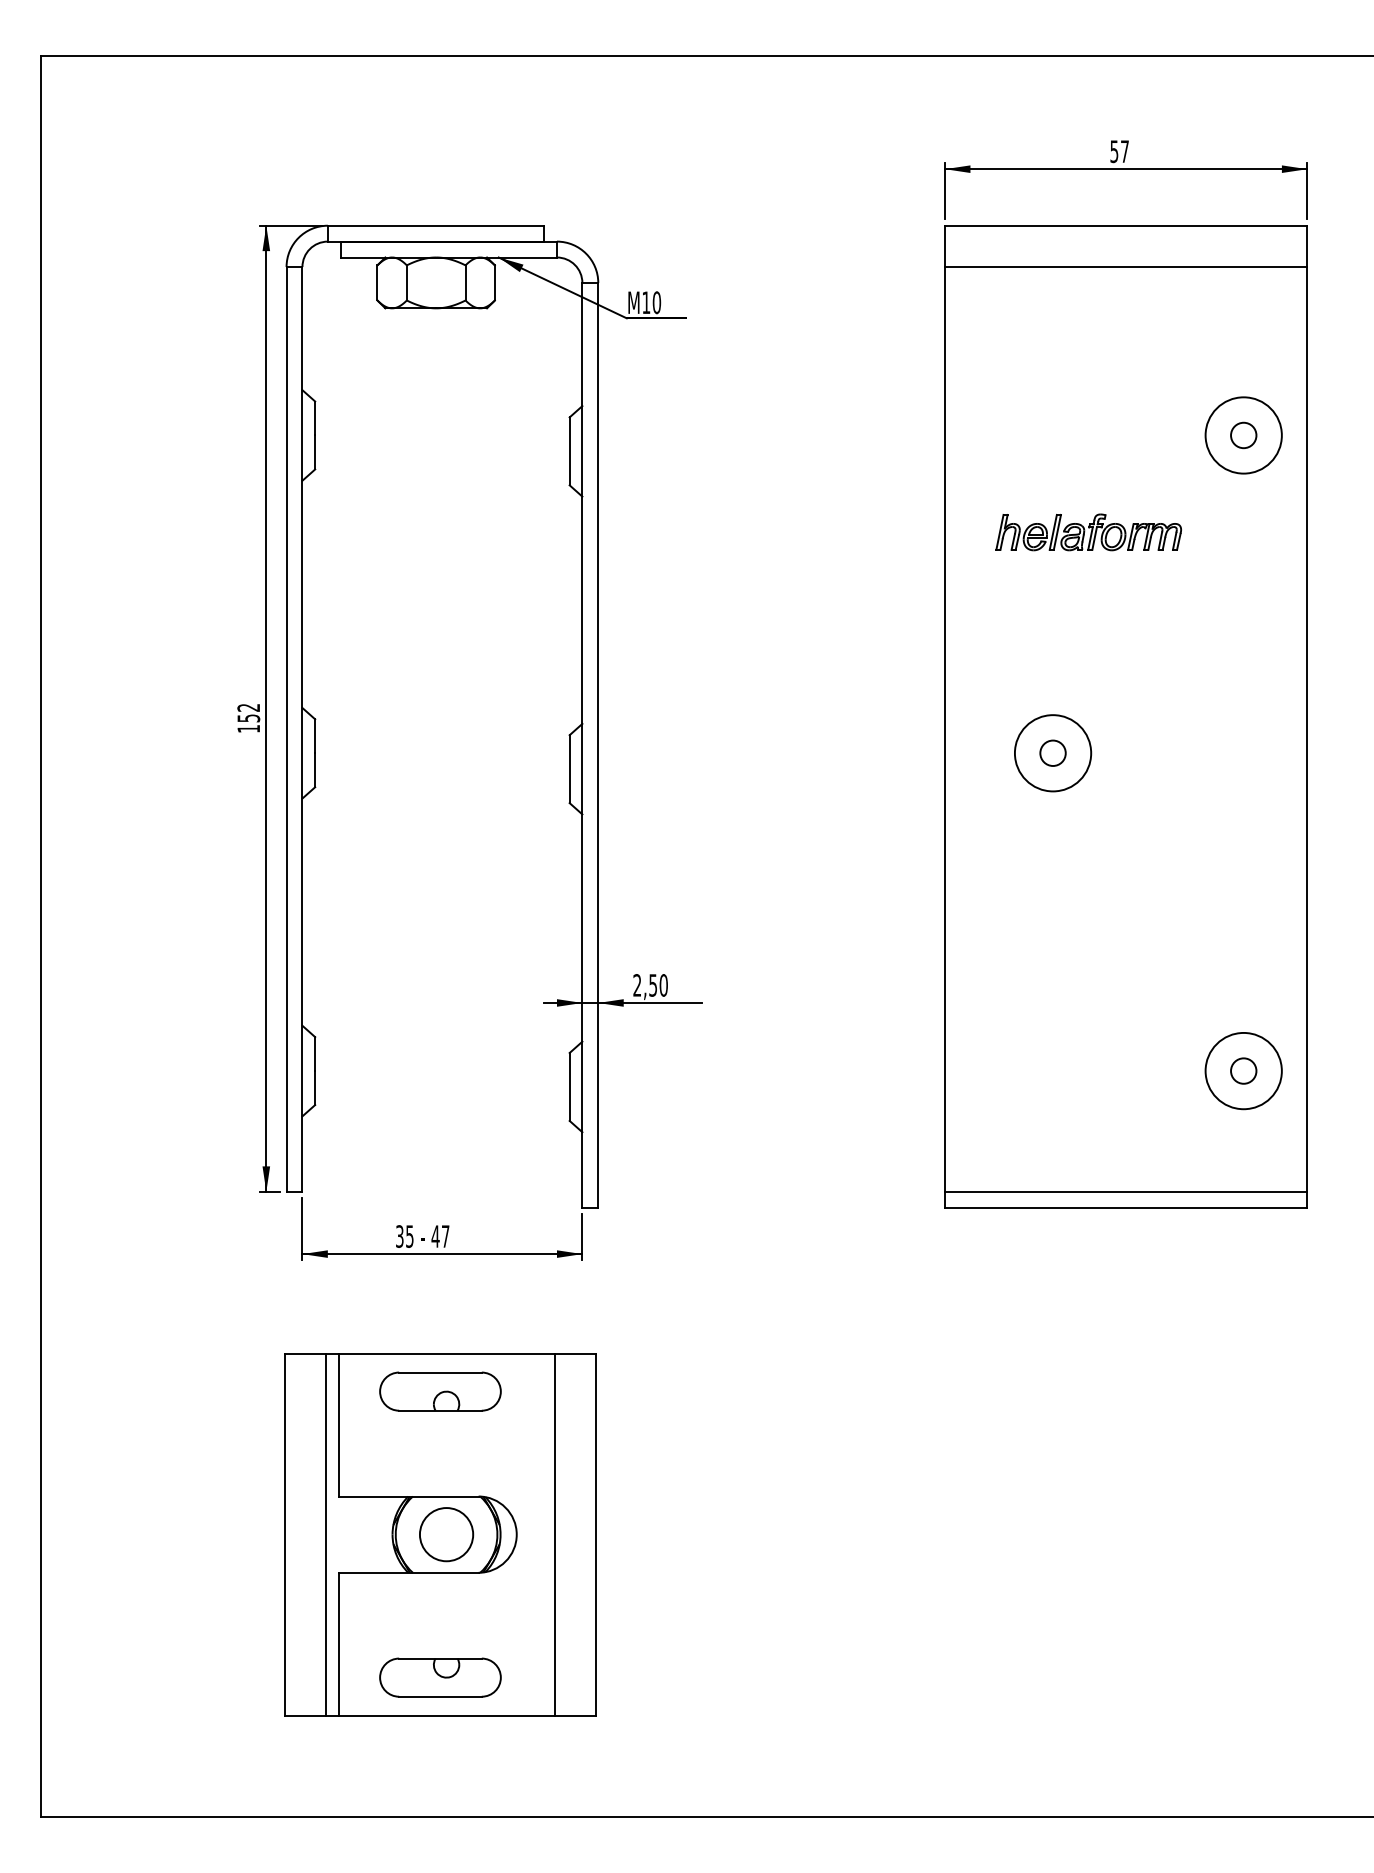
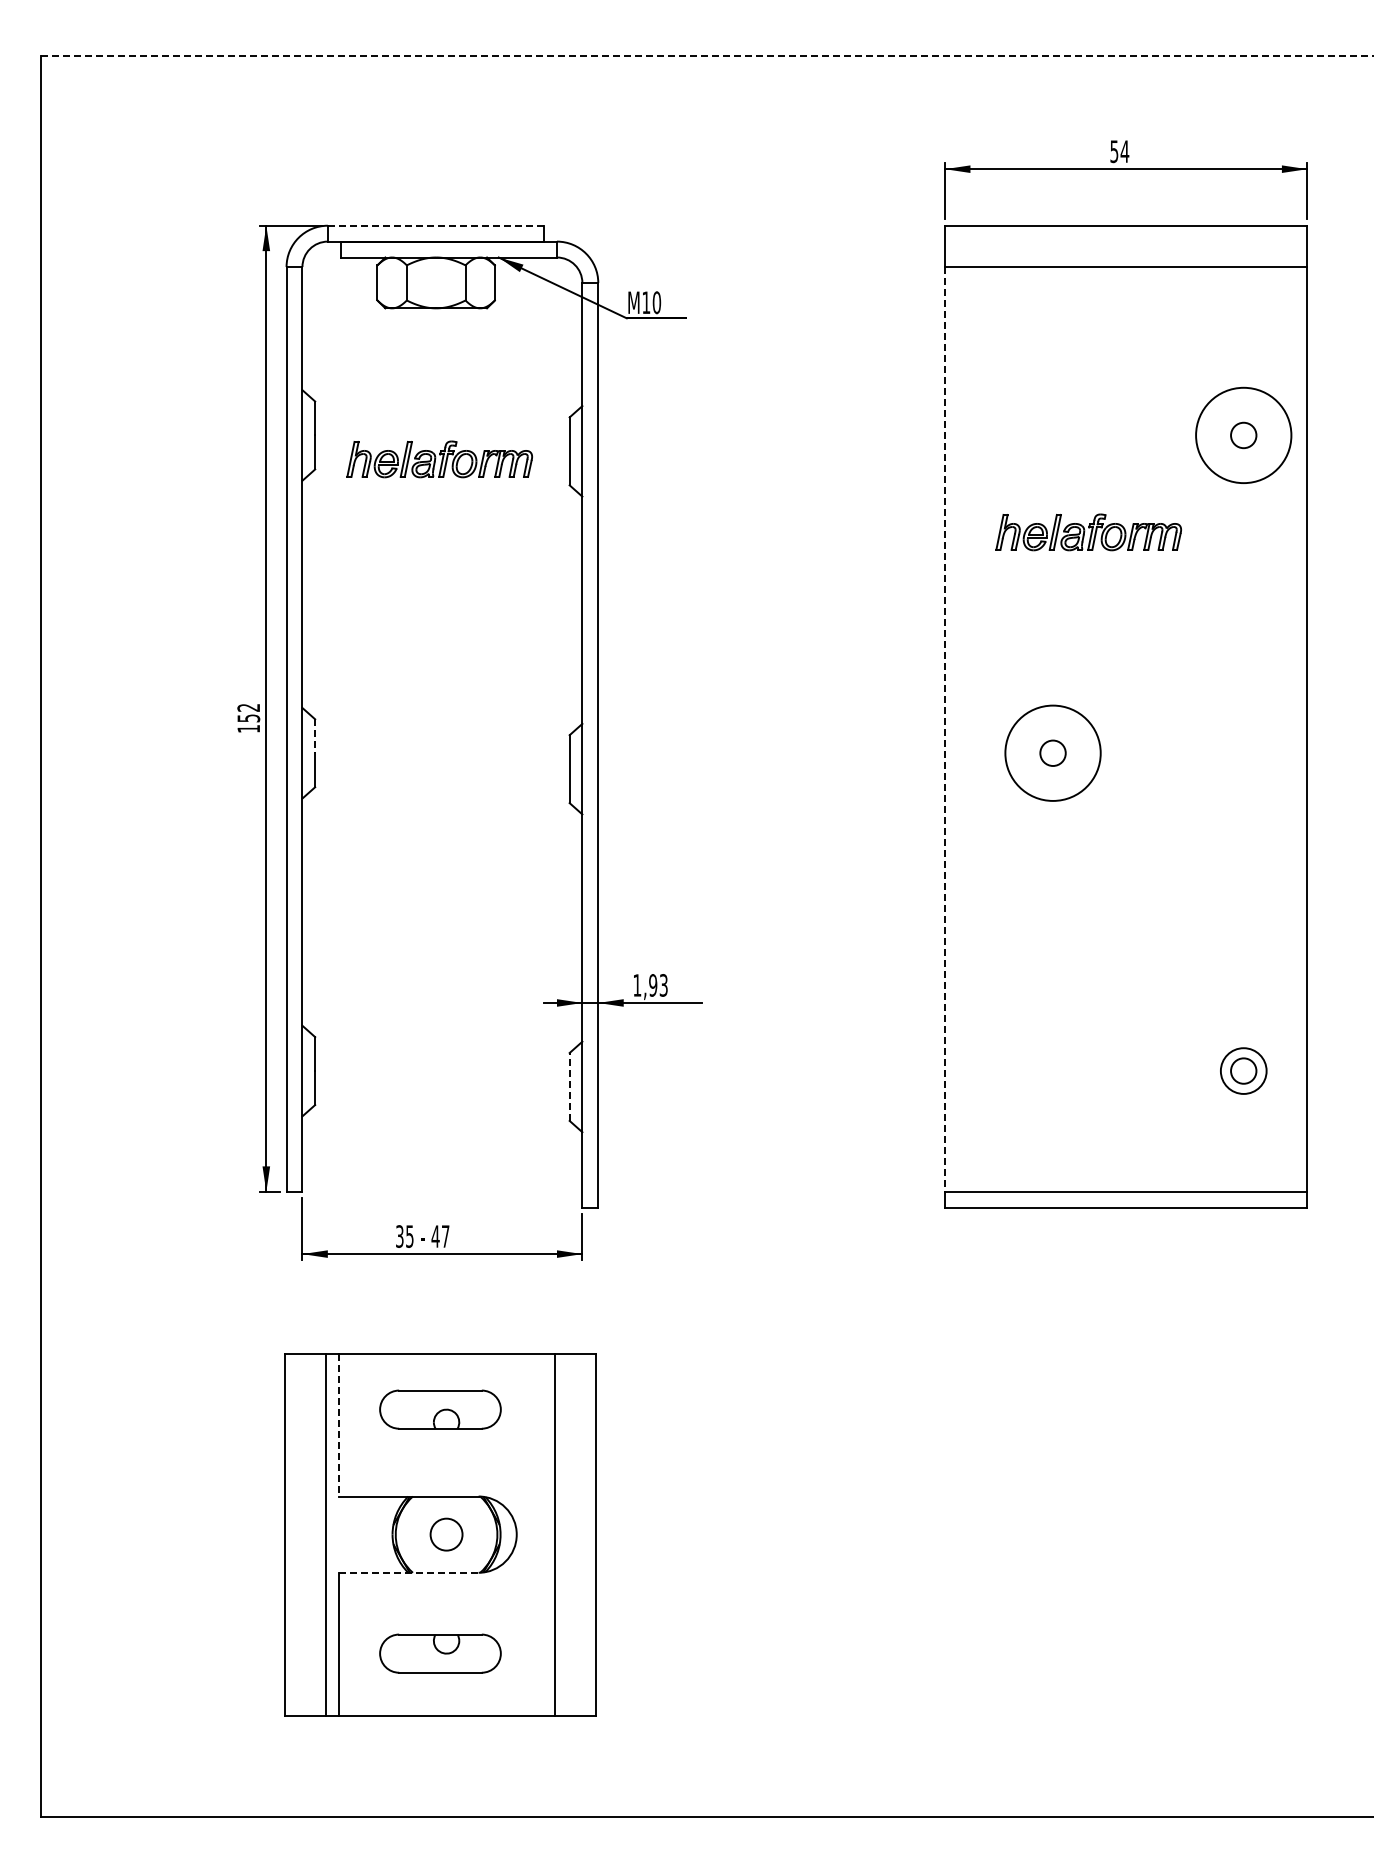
line at (708, 56): solid -> dashed
text at (1124, 151): 57 -> 54
line at (435, 225): solid -> dashed
circle at (1243, 435) diameter: 76 px -> 95 px
part at (439, 459): none -> present
line at (945, 729): solid -> dashed
line at (315, 736): solid -> dashed
circle at (1052, 753) diameter: 76 px -> 95 px
text at (650, 985): 2,50 -> 1,93
circle at (1243, 1070) diameter: 76 px -> 46 px
line at (569, 1086): solid -> dashed
part at (440, 1391) position: (440, 1391) -> (440, 1409)
line at (338, 1425): solid -> dashed
circle at (446, 1534) diameter: 53 px -> 32 px
line at (408, 1572): solid -> dashed
part at (440, 1677) position: (440, 1677) -> (440, 1653)
